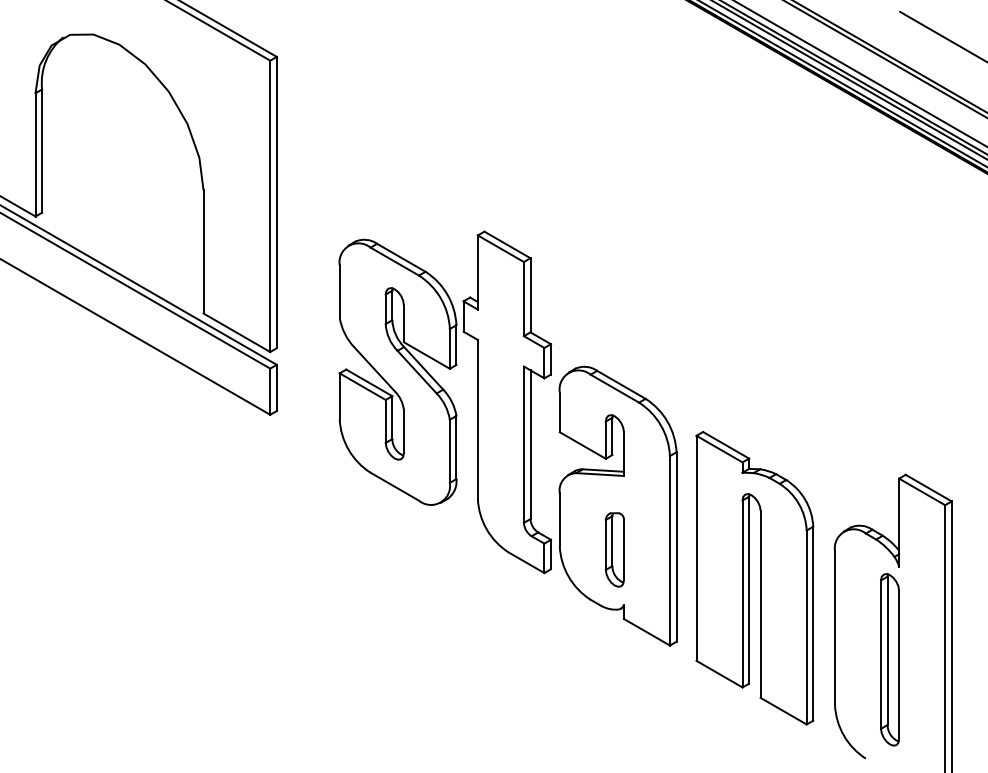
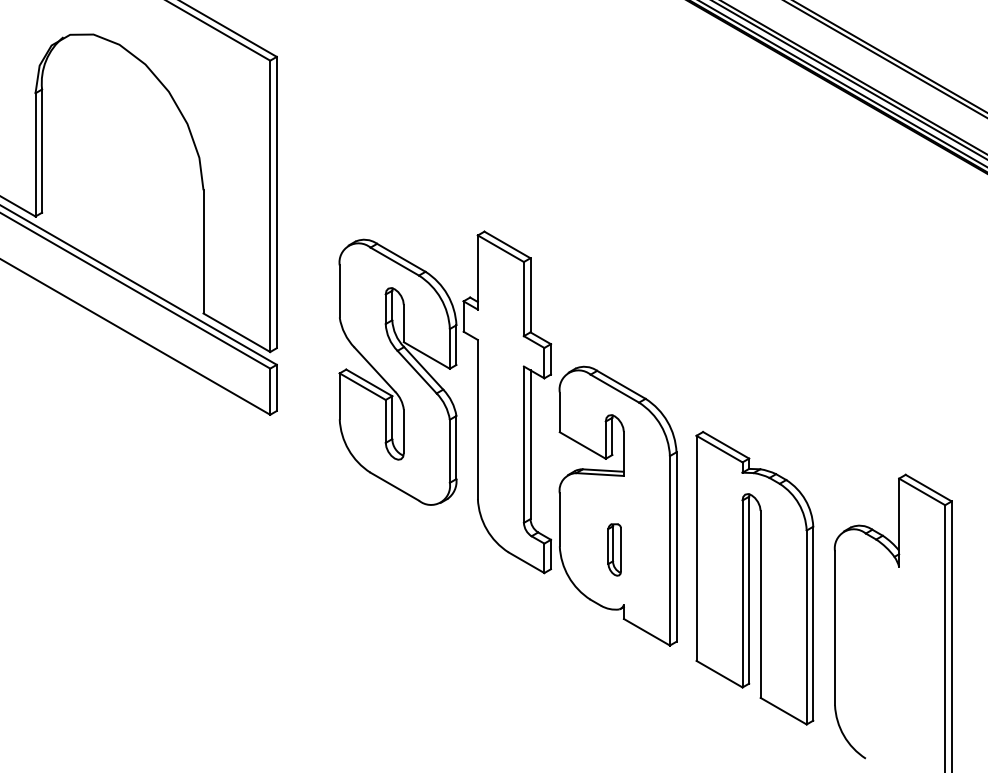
line at (942, 35): present -> none
line at (860, 73): present -> none
part at (614, 549) size: 21x76 px -> 15x54 px
part at (889, 659): present -> none
